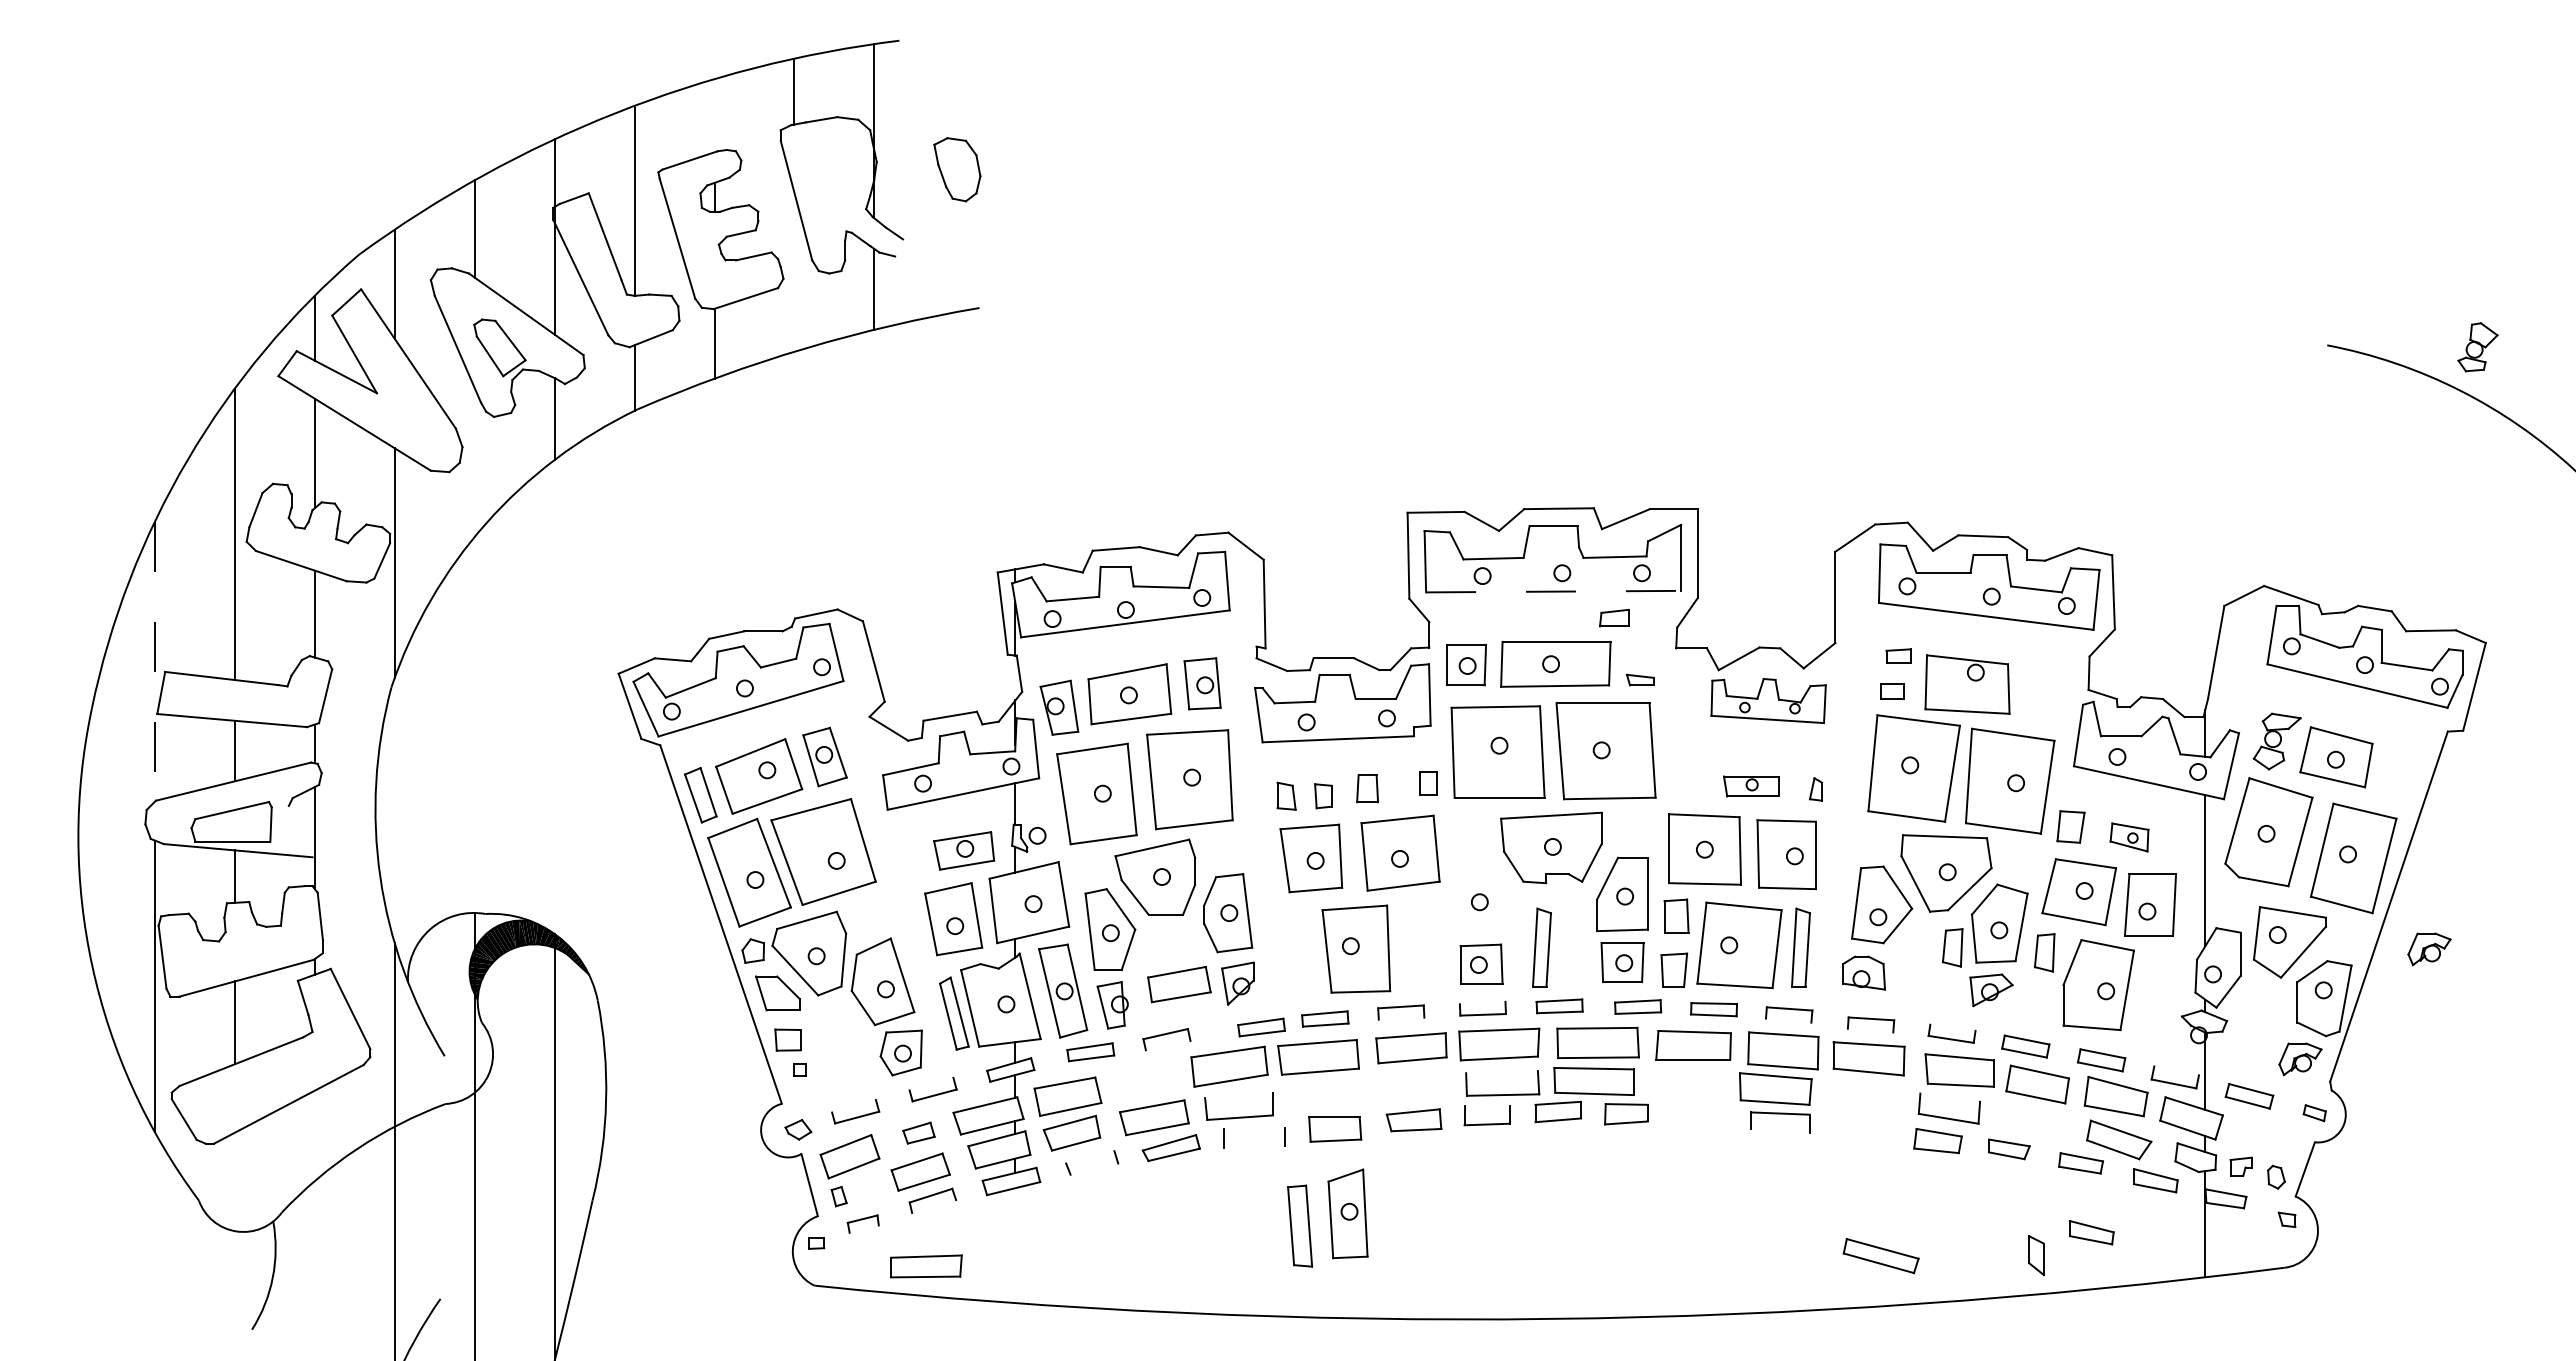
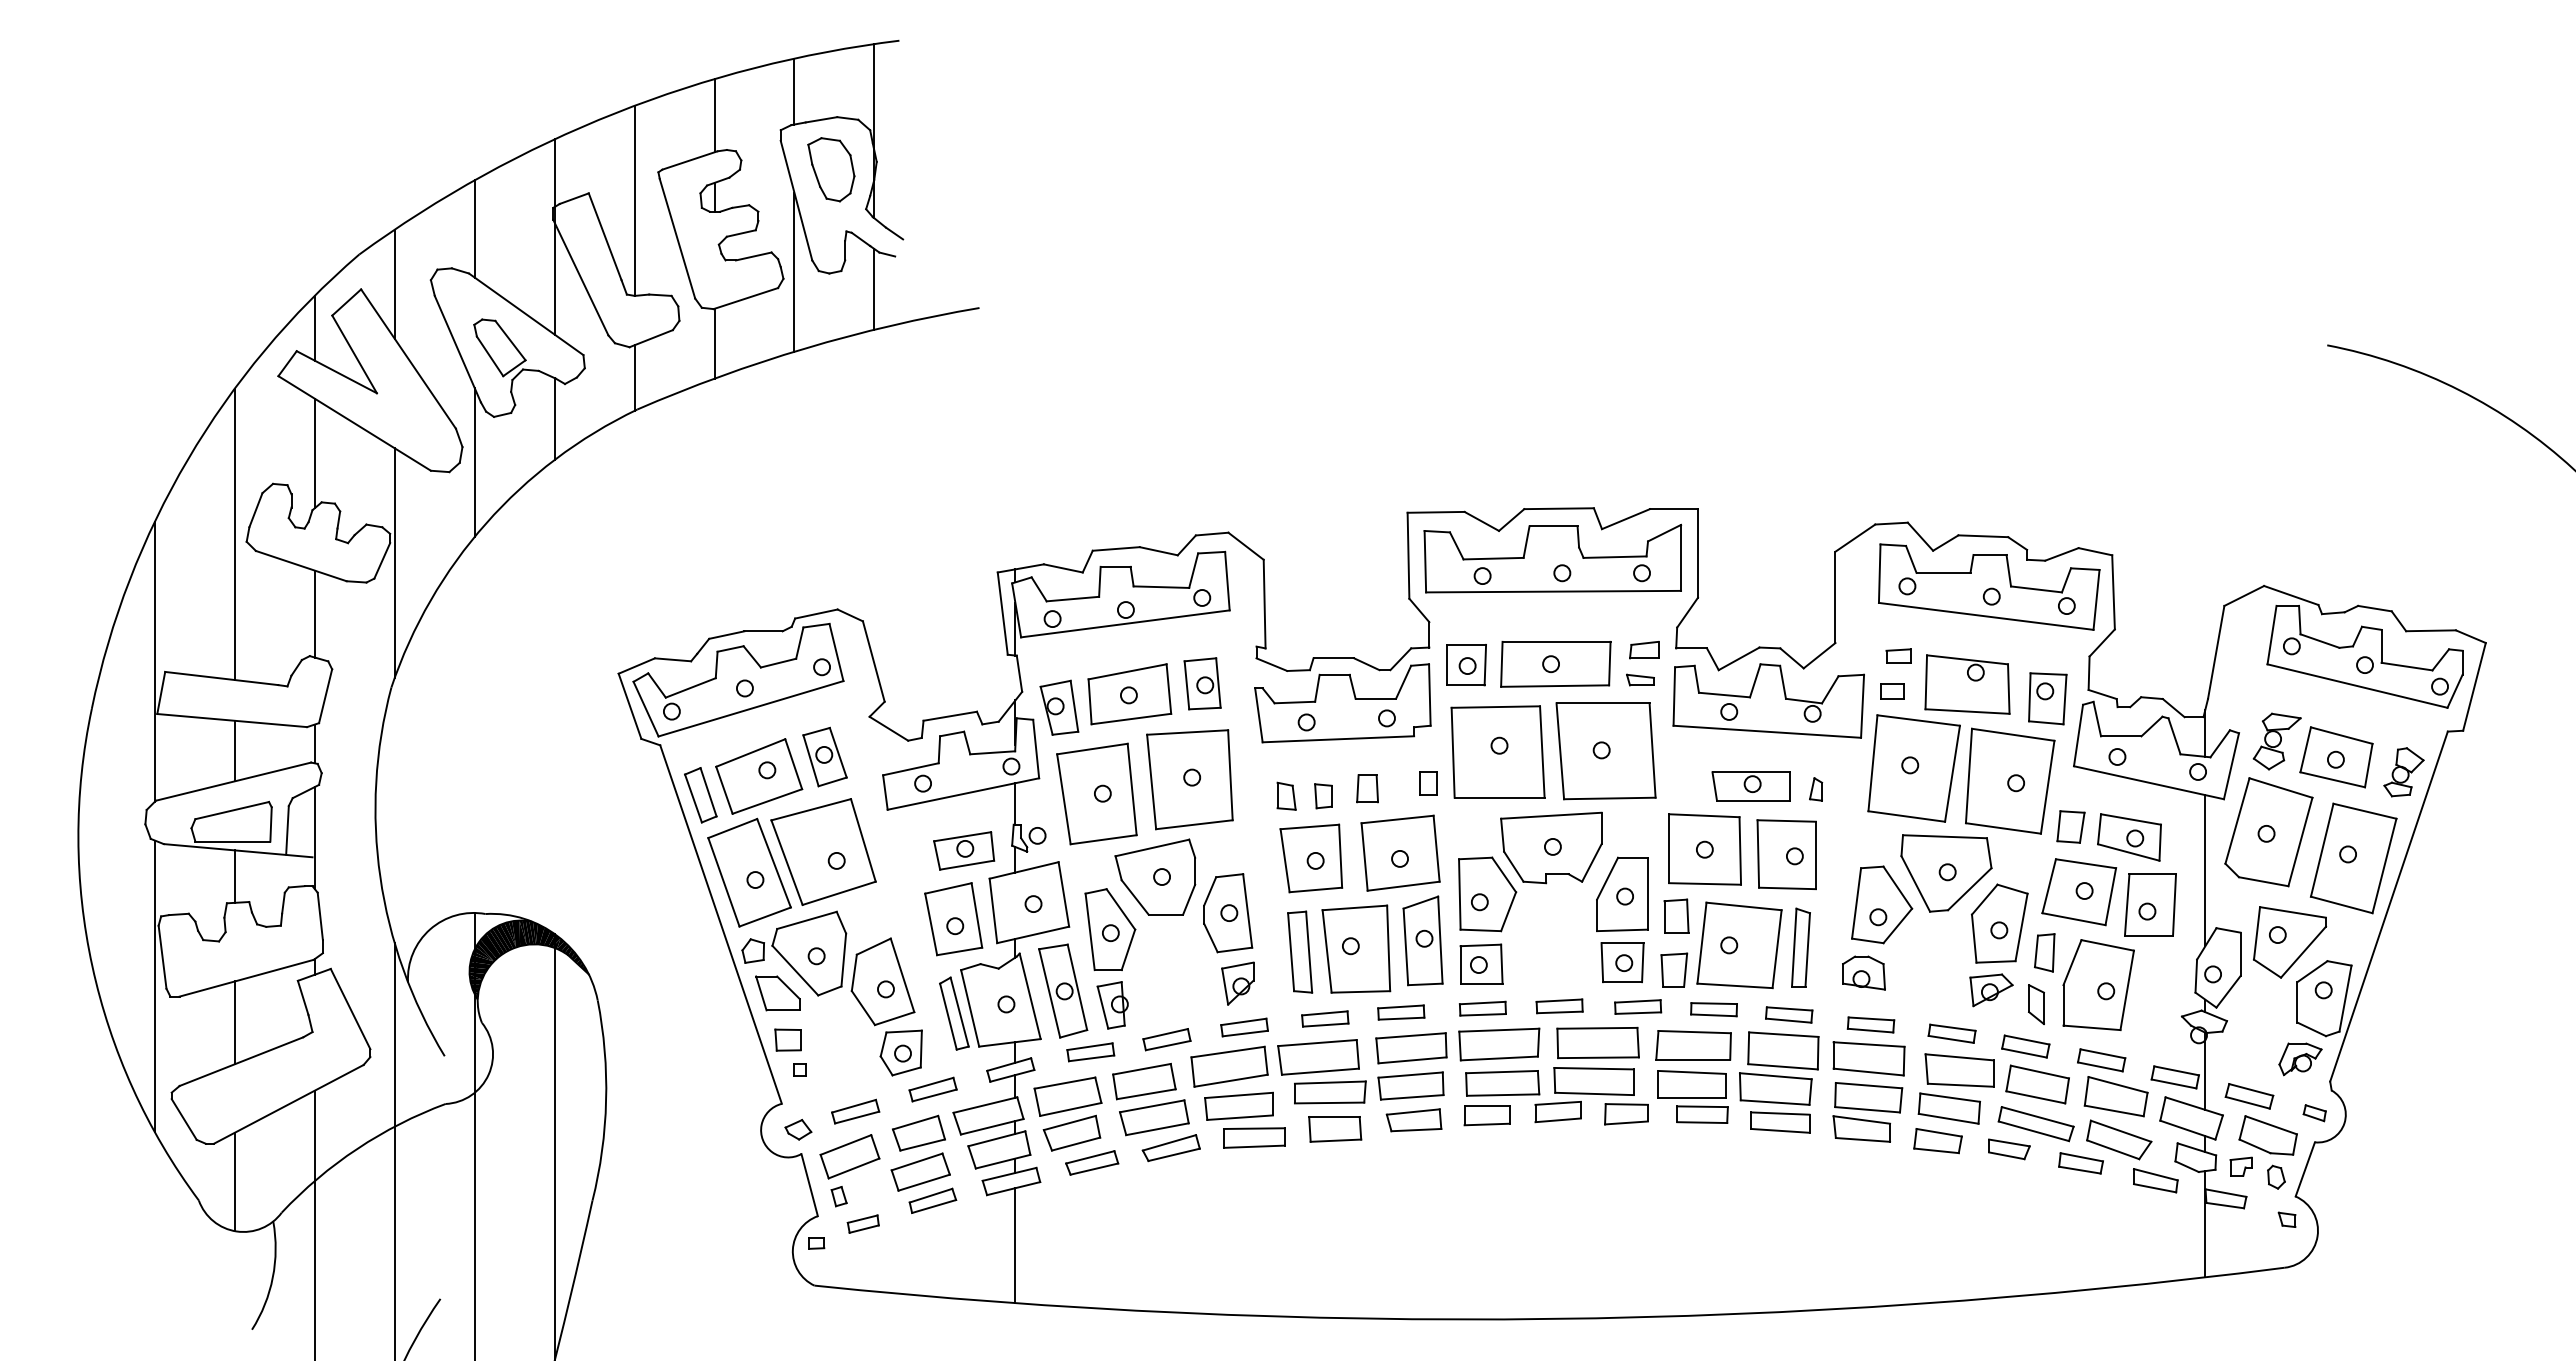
line at (714, 115): none -> present
part at (957, 169) position: (957, 169) -> (831, 169)
line at (794, 271): none -> present
part at (2477, 347) position: (2477, 347) -> (2403, 772)
line at (474, 461): none -> present
line at (1554, 591): dashed -> solid
part at (1614, 618) position: (1614, 618) -> (1644, 650)
line at (154, 662): dashed -> solid
part at (2047, 698): none -> present
part at (1768, 701) size: 117x47 px -> 193x76 px
part at (1751, 786) size: 57x23 px -> 80x31 px
line at (287, 829): none -> present
part at (2129, 837) size: 41x31 px -> 65x49 px
part at (1487, 894): none -> present
part at (1541, 947): present -> none
part at (1952, 947): present -> none
part at (2429, 949): present -> none
part at (1179, 984) position: (1179, 984) -> (1144, 1081)
line at (1482, 1002): none -> present
line at (1401, 1018): none -> present
line at (1788, 1020): none -> present
part at (1261, 1027) position: (1261, 1027) -> (1244, 1027)
line at (1952, 1027): none -> present
line at (1870, 1030): none -> present
line at (1167, 1045): none -> present
line at (2176, 1070): none -> present
line at (1501, 1071): none -> present
line at (931, 1083): none -> present
part at (1410, 1085): none -> present
line at (1238, 1095): none -> present
part at (1692, 1096): none -> present
line at (1950, 1097): none -> present
line at (853, 1105): none -> present
line at (1486, 1106): none -> present
part at (1867, 1112): none -> present
line at (1254, 1128): none -> present
line at (1780, 1130): none -> present
part at (918, 1132) size: 34x24 px -> 54x38 px
part at (2267, 1135): none -> present
line at (1254, 1146): none -> present
line at (1090, 1157): none -> present
line at (1094, 1168): none -> present
line at (234, 1181): none -> present
line at (934, 1206): none -> present
part at (1347, 1213) position: (1347, 1213) -> (1422, 940)
line at (314, 1223): none -> present
part at (1300, 1225) position: (1300, 1225) -> (1300, 951)
line at (863, 1228): none -> present
part at (2091, 1232): present -> none
line at (1015, 1245): none -> present
part at (2036, 1255) position: (2036, 1255) -> (2036, 1004)
part at (1880, 1256) position: (1880, 1256) -> (2035, 1124)
part at (926, 1266) position: (926, 1266) -> (1330, 1092)
